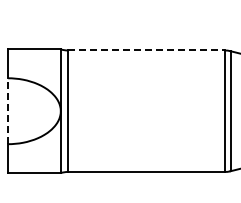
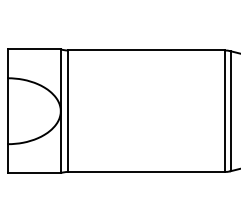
line at (146, 50): dashed -> solid
line at (8, 111): dashed -> solid
